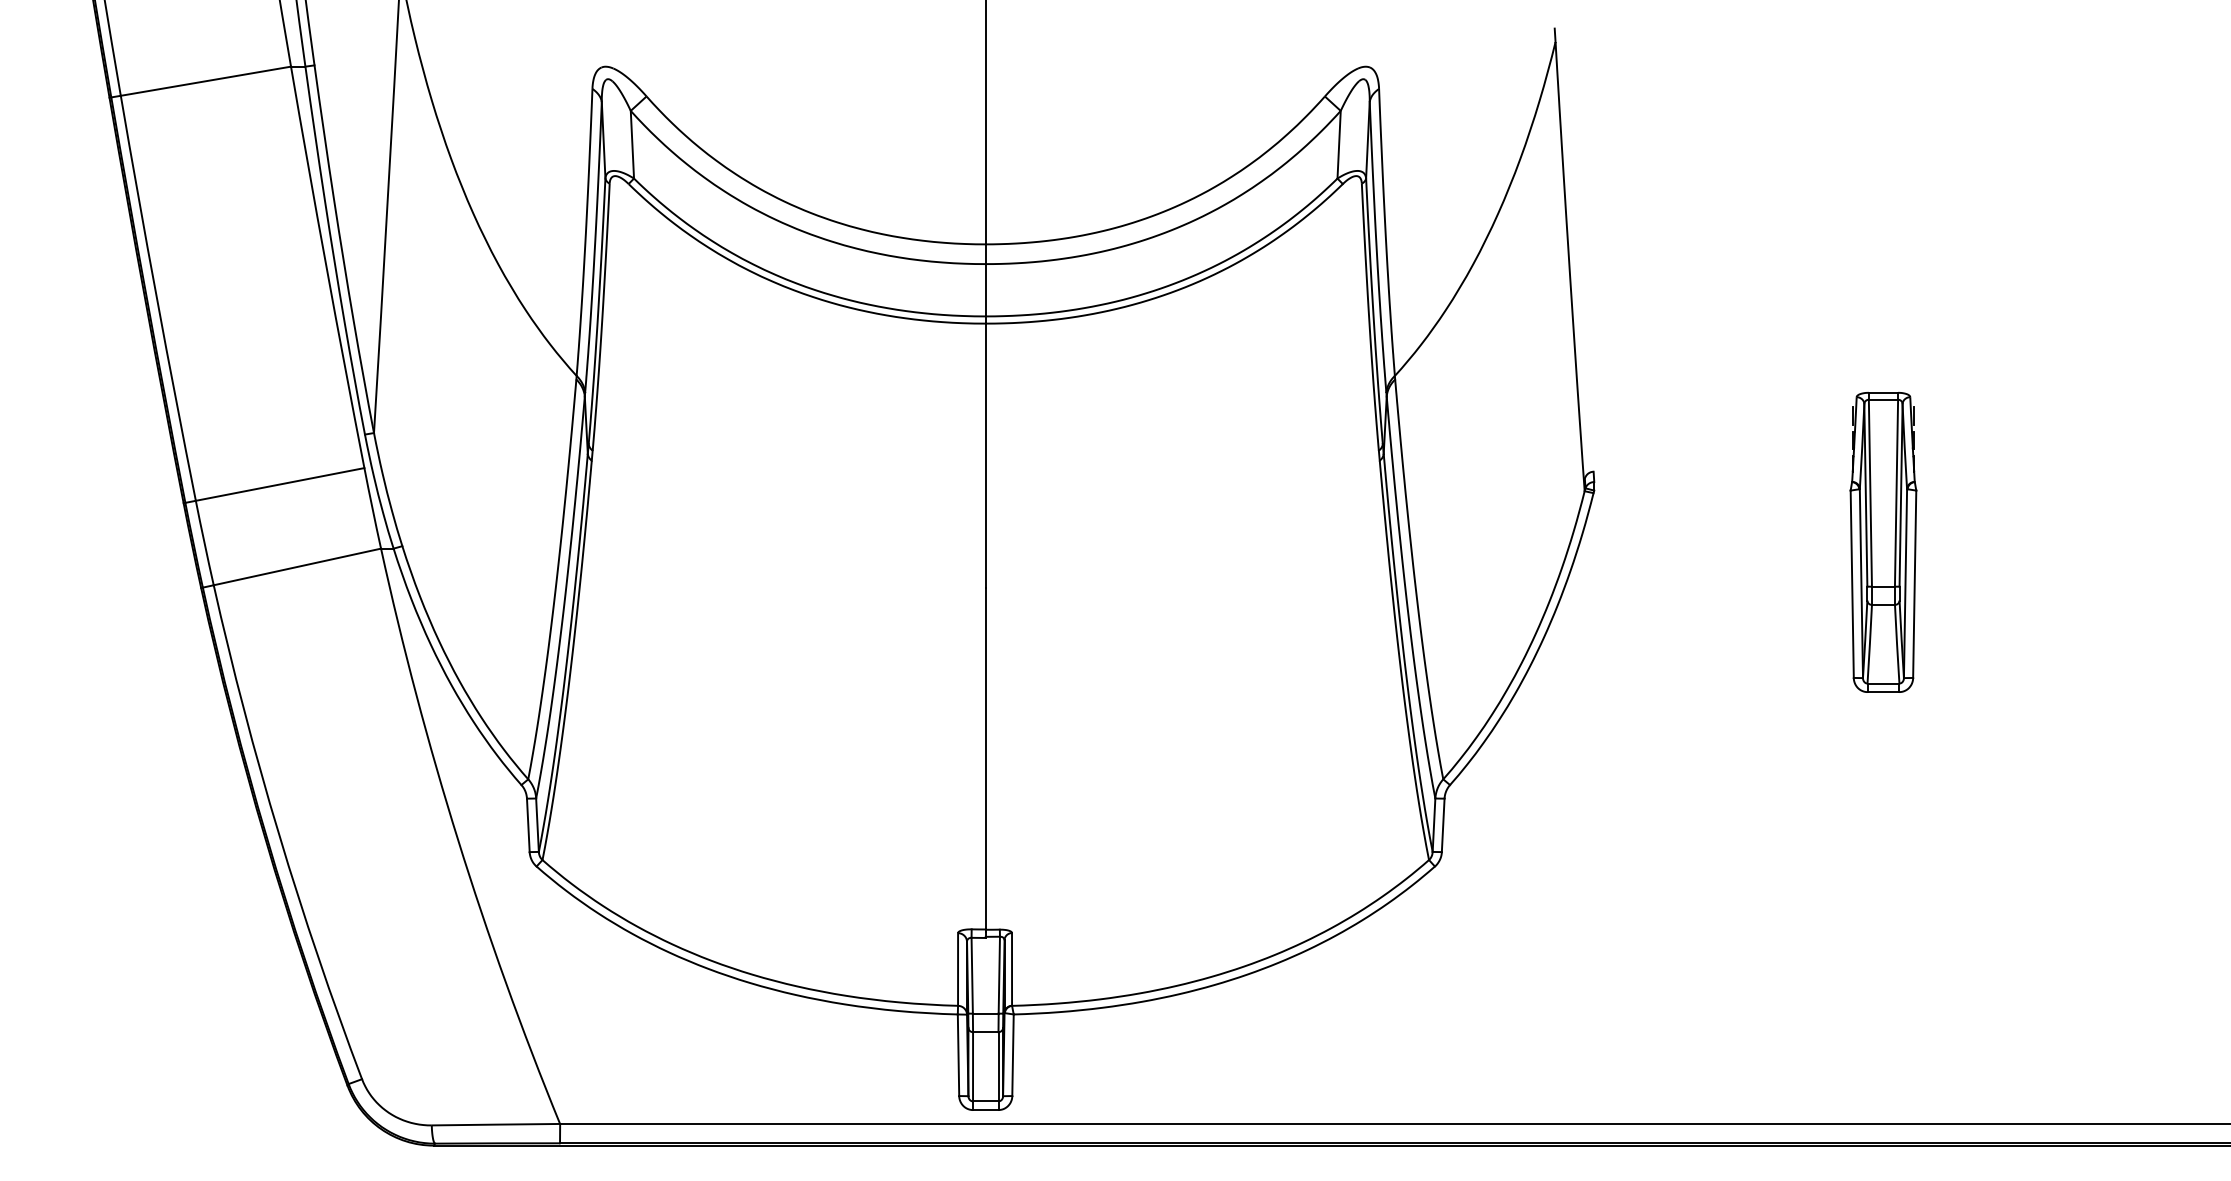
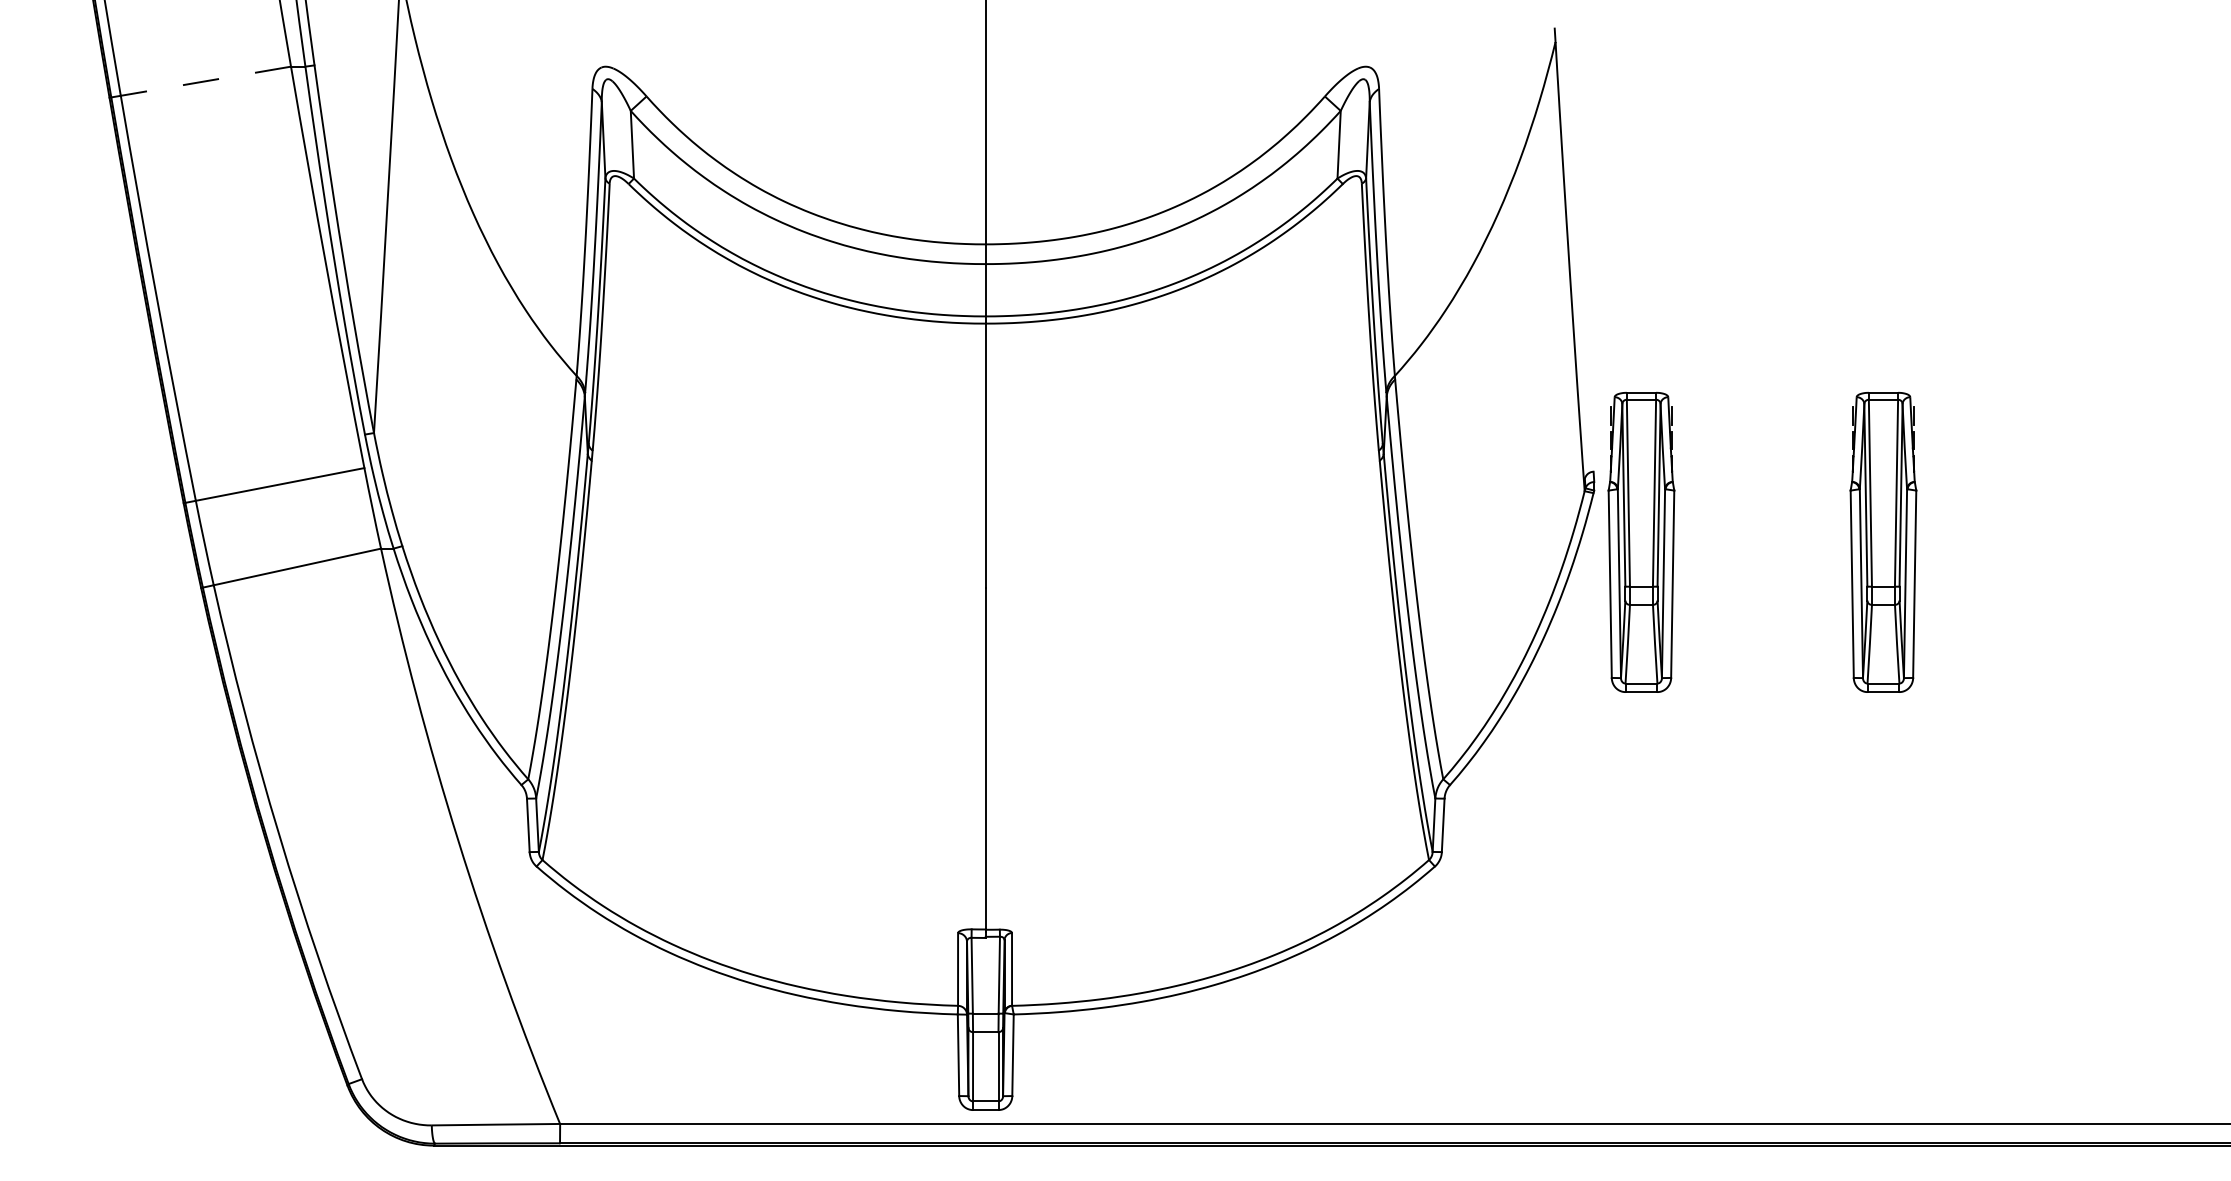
line at (205, 81): solid -> dashed
part at (1641, 542): none -> present
